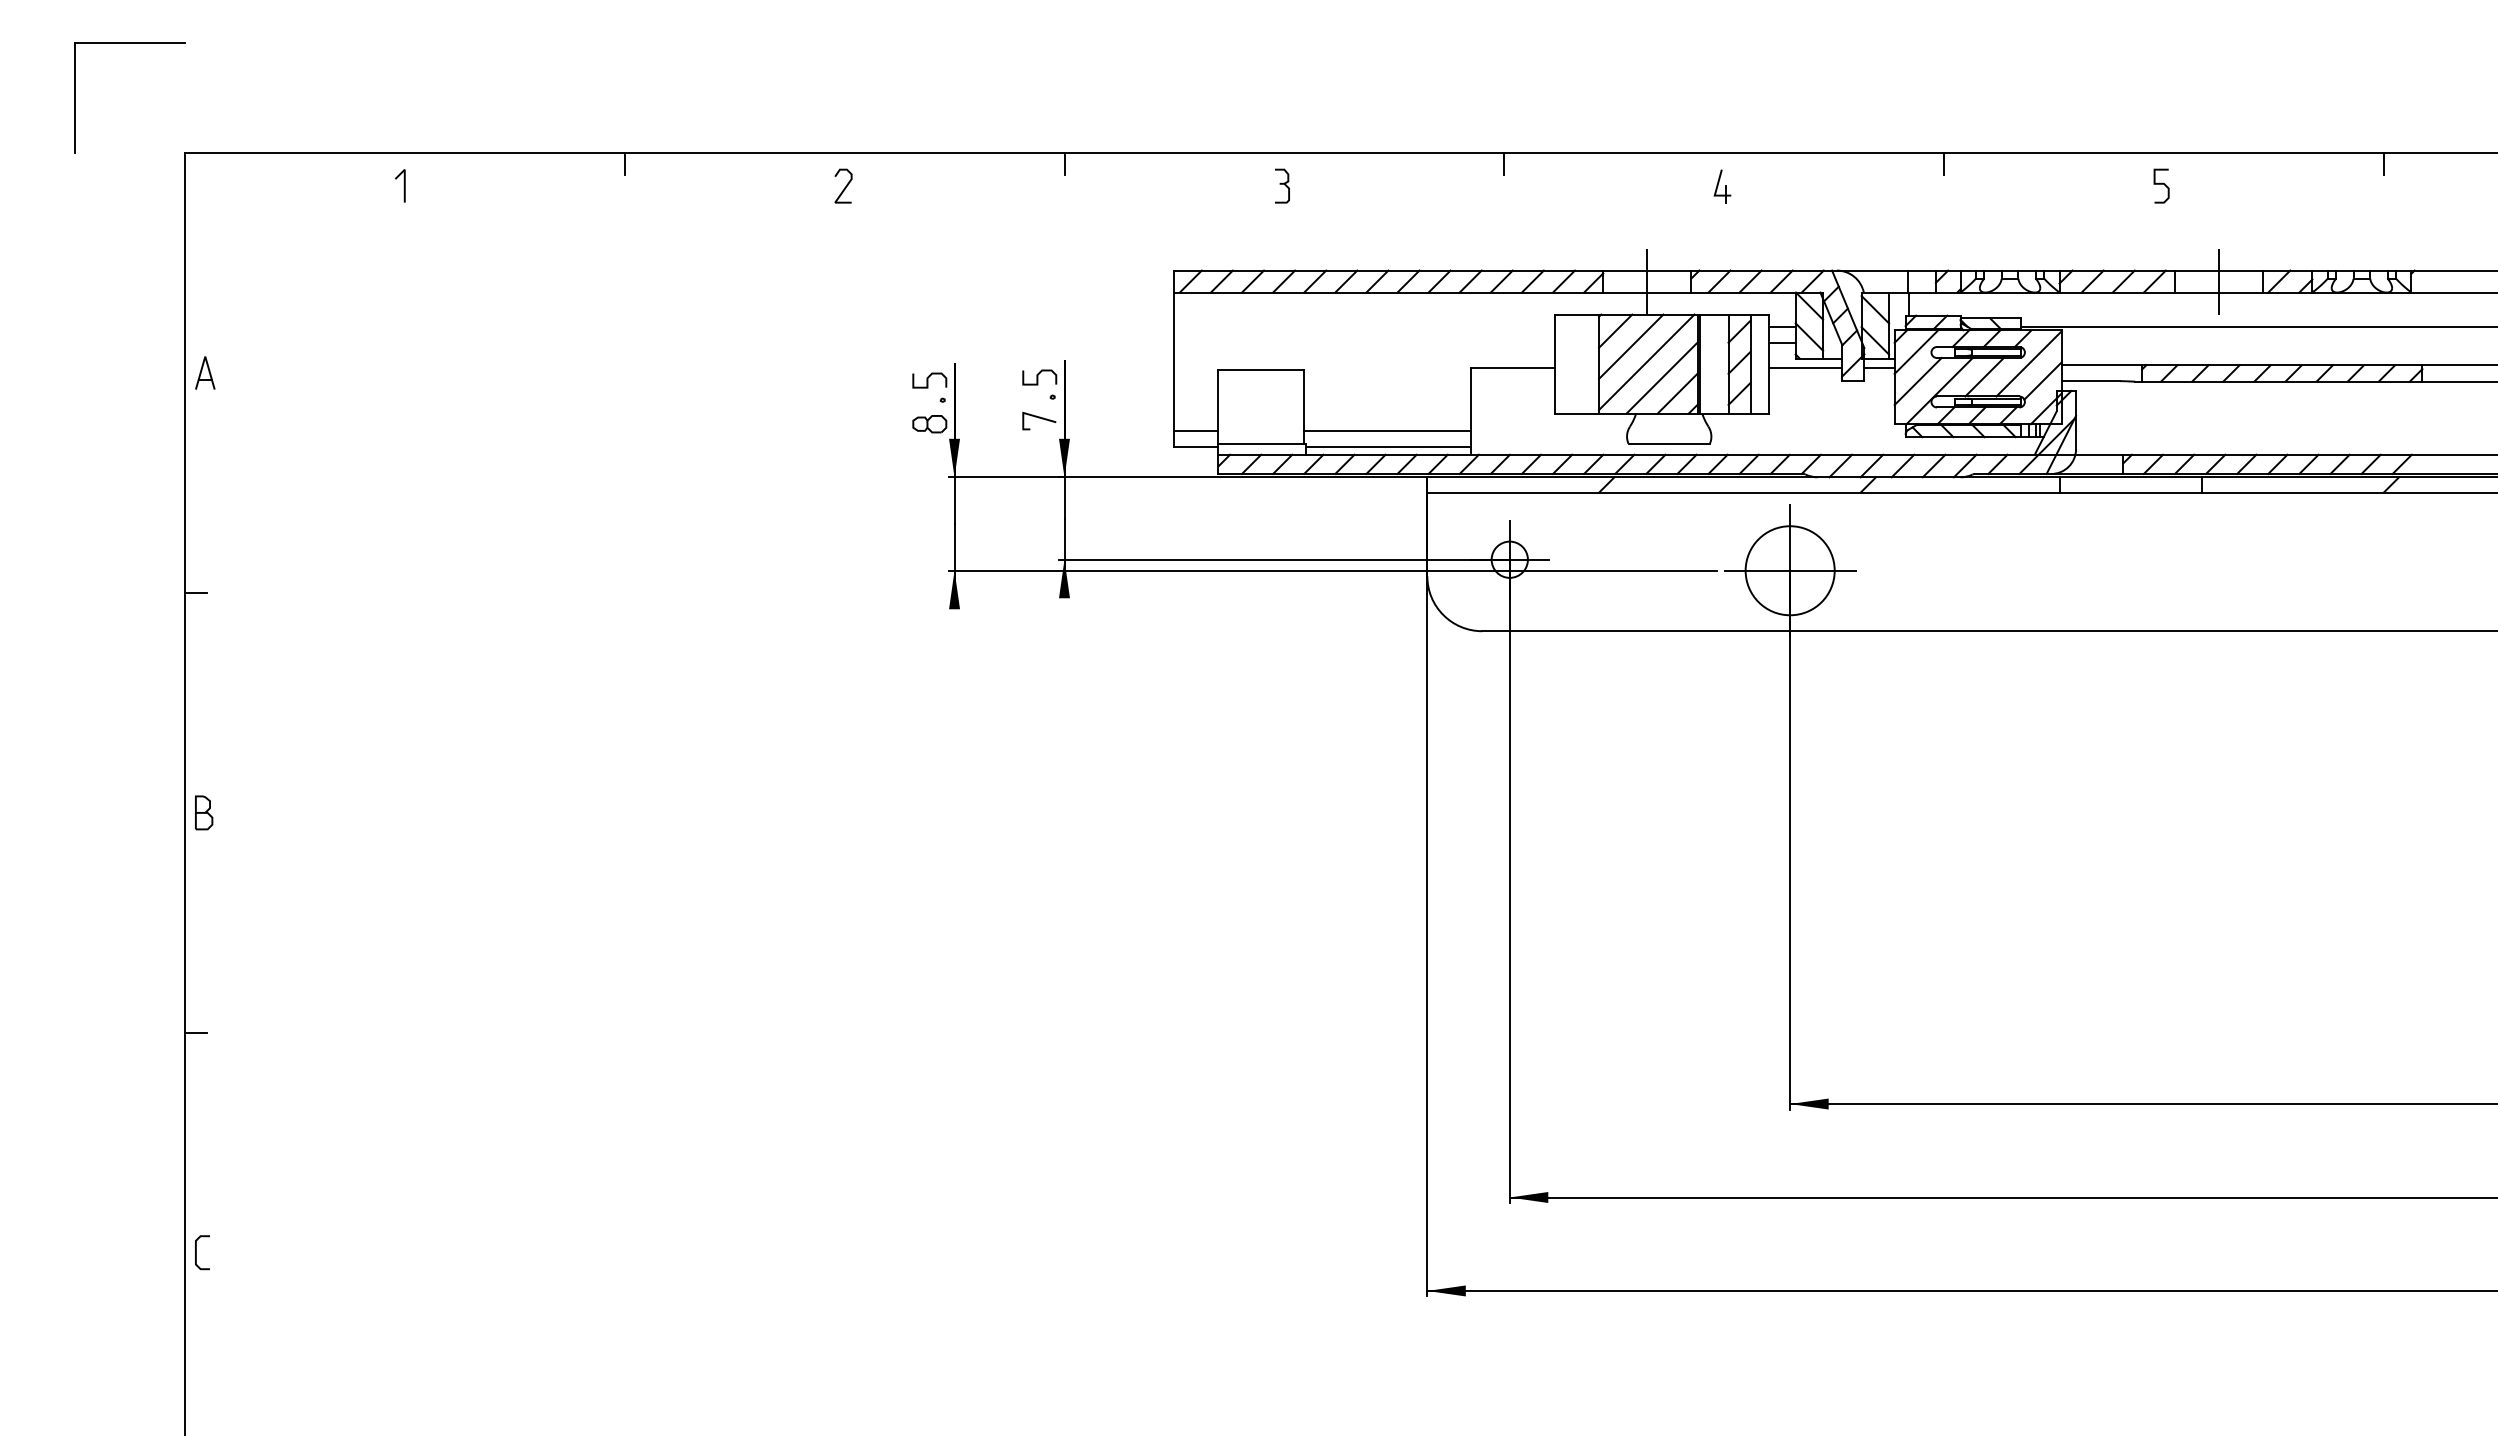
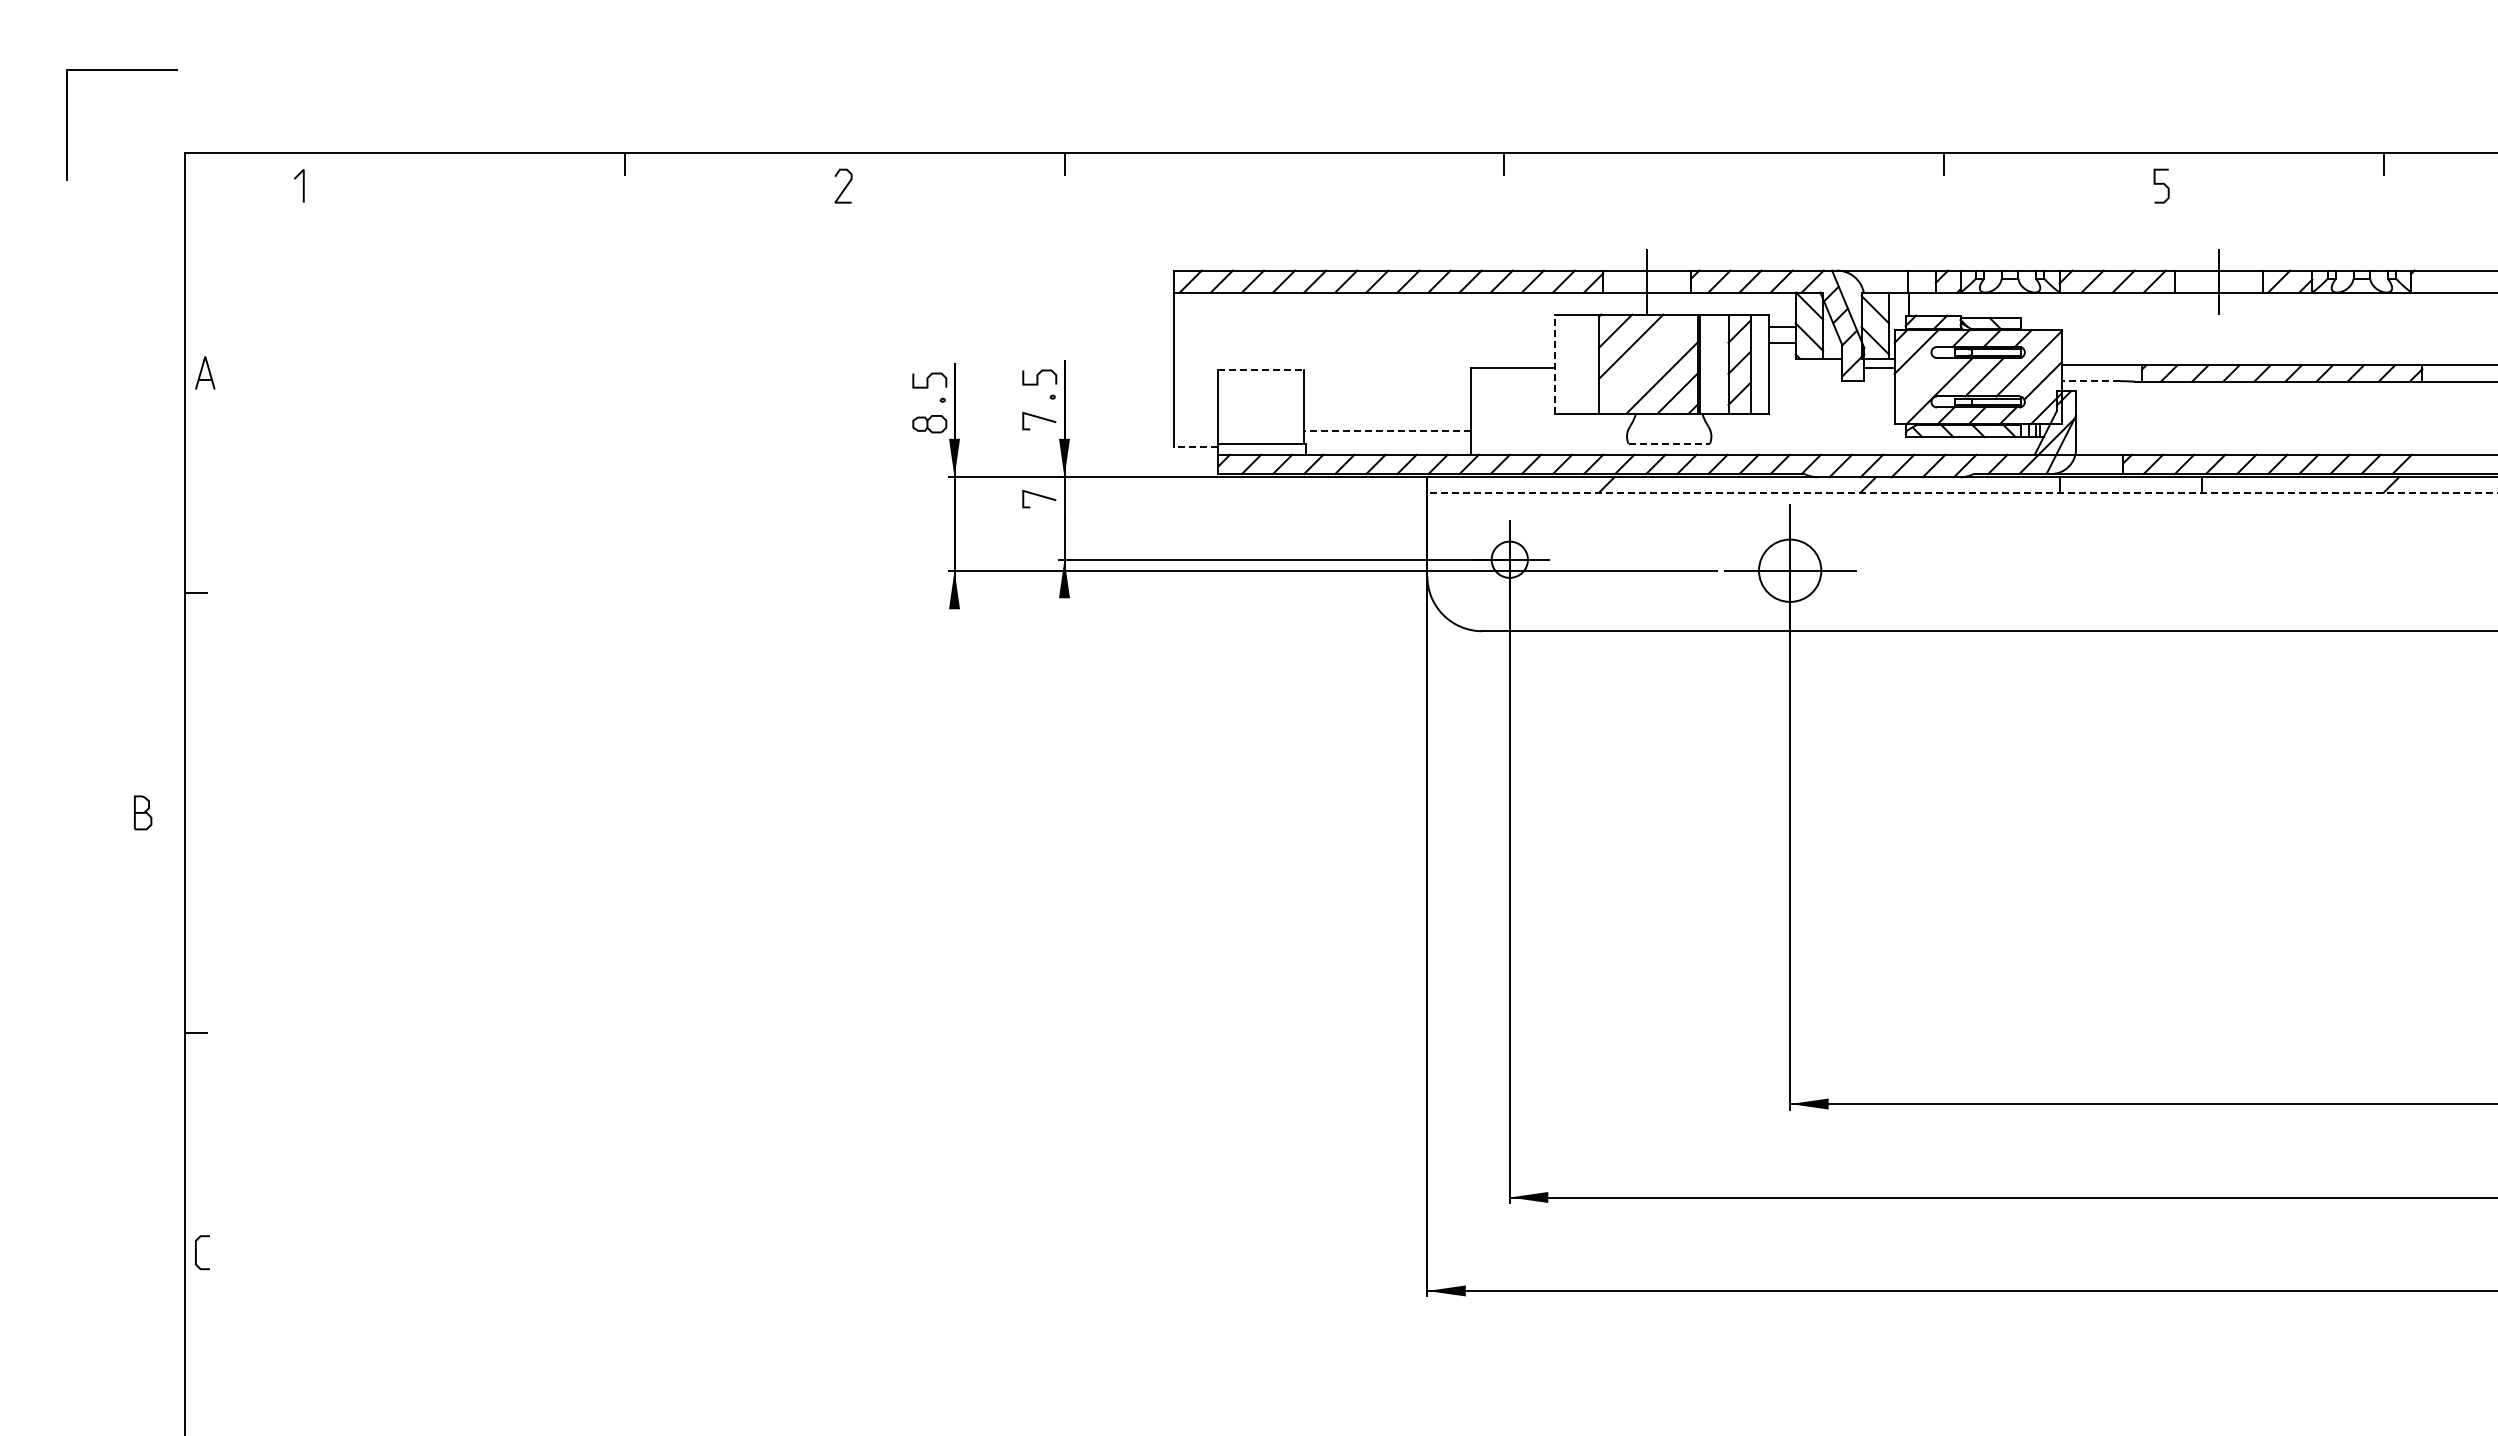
part at (129, 43) position: (129, 43) -> (121, 70)
line at (403, 185) position: (403, 185) -> (302, 185)
part at (1282, 185): present -> none
part at (1722, 186): present -> none
line at (2257, 326): present -> none
line at (1646, 362): present -> none
line at (1554, 363): solid -> dashed
line at (1805, 368): present -> none
line at (1261, 370): solid -> dashed
line at (1917, 381): present -> none
line at (2090, 381): solid -> dashed
line at (1196, 431): present -> none
line at (1387, 431): solid -> dashed
line at (1669, 443): solid -> dashed
line at (1196, 446): solid -> dashed
line at (1388, 446): present -> none
line at (1962, 492): solid -> dashed
line at (1039, 496): none -> present
circle at (1789, 570) diameter: 89 px -> 62 px
part at (204, 812) position: (204, 812) -> (143, 812)
